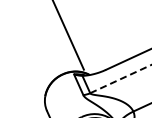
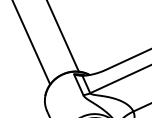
line at (68, 35) position: (68, 35) -> (62, 36)
line at (31, 43): none -> present
line at (121, 78): dashed -> solid
